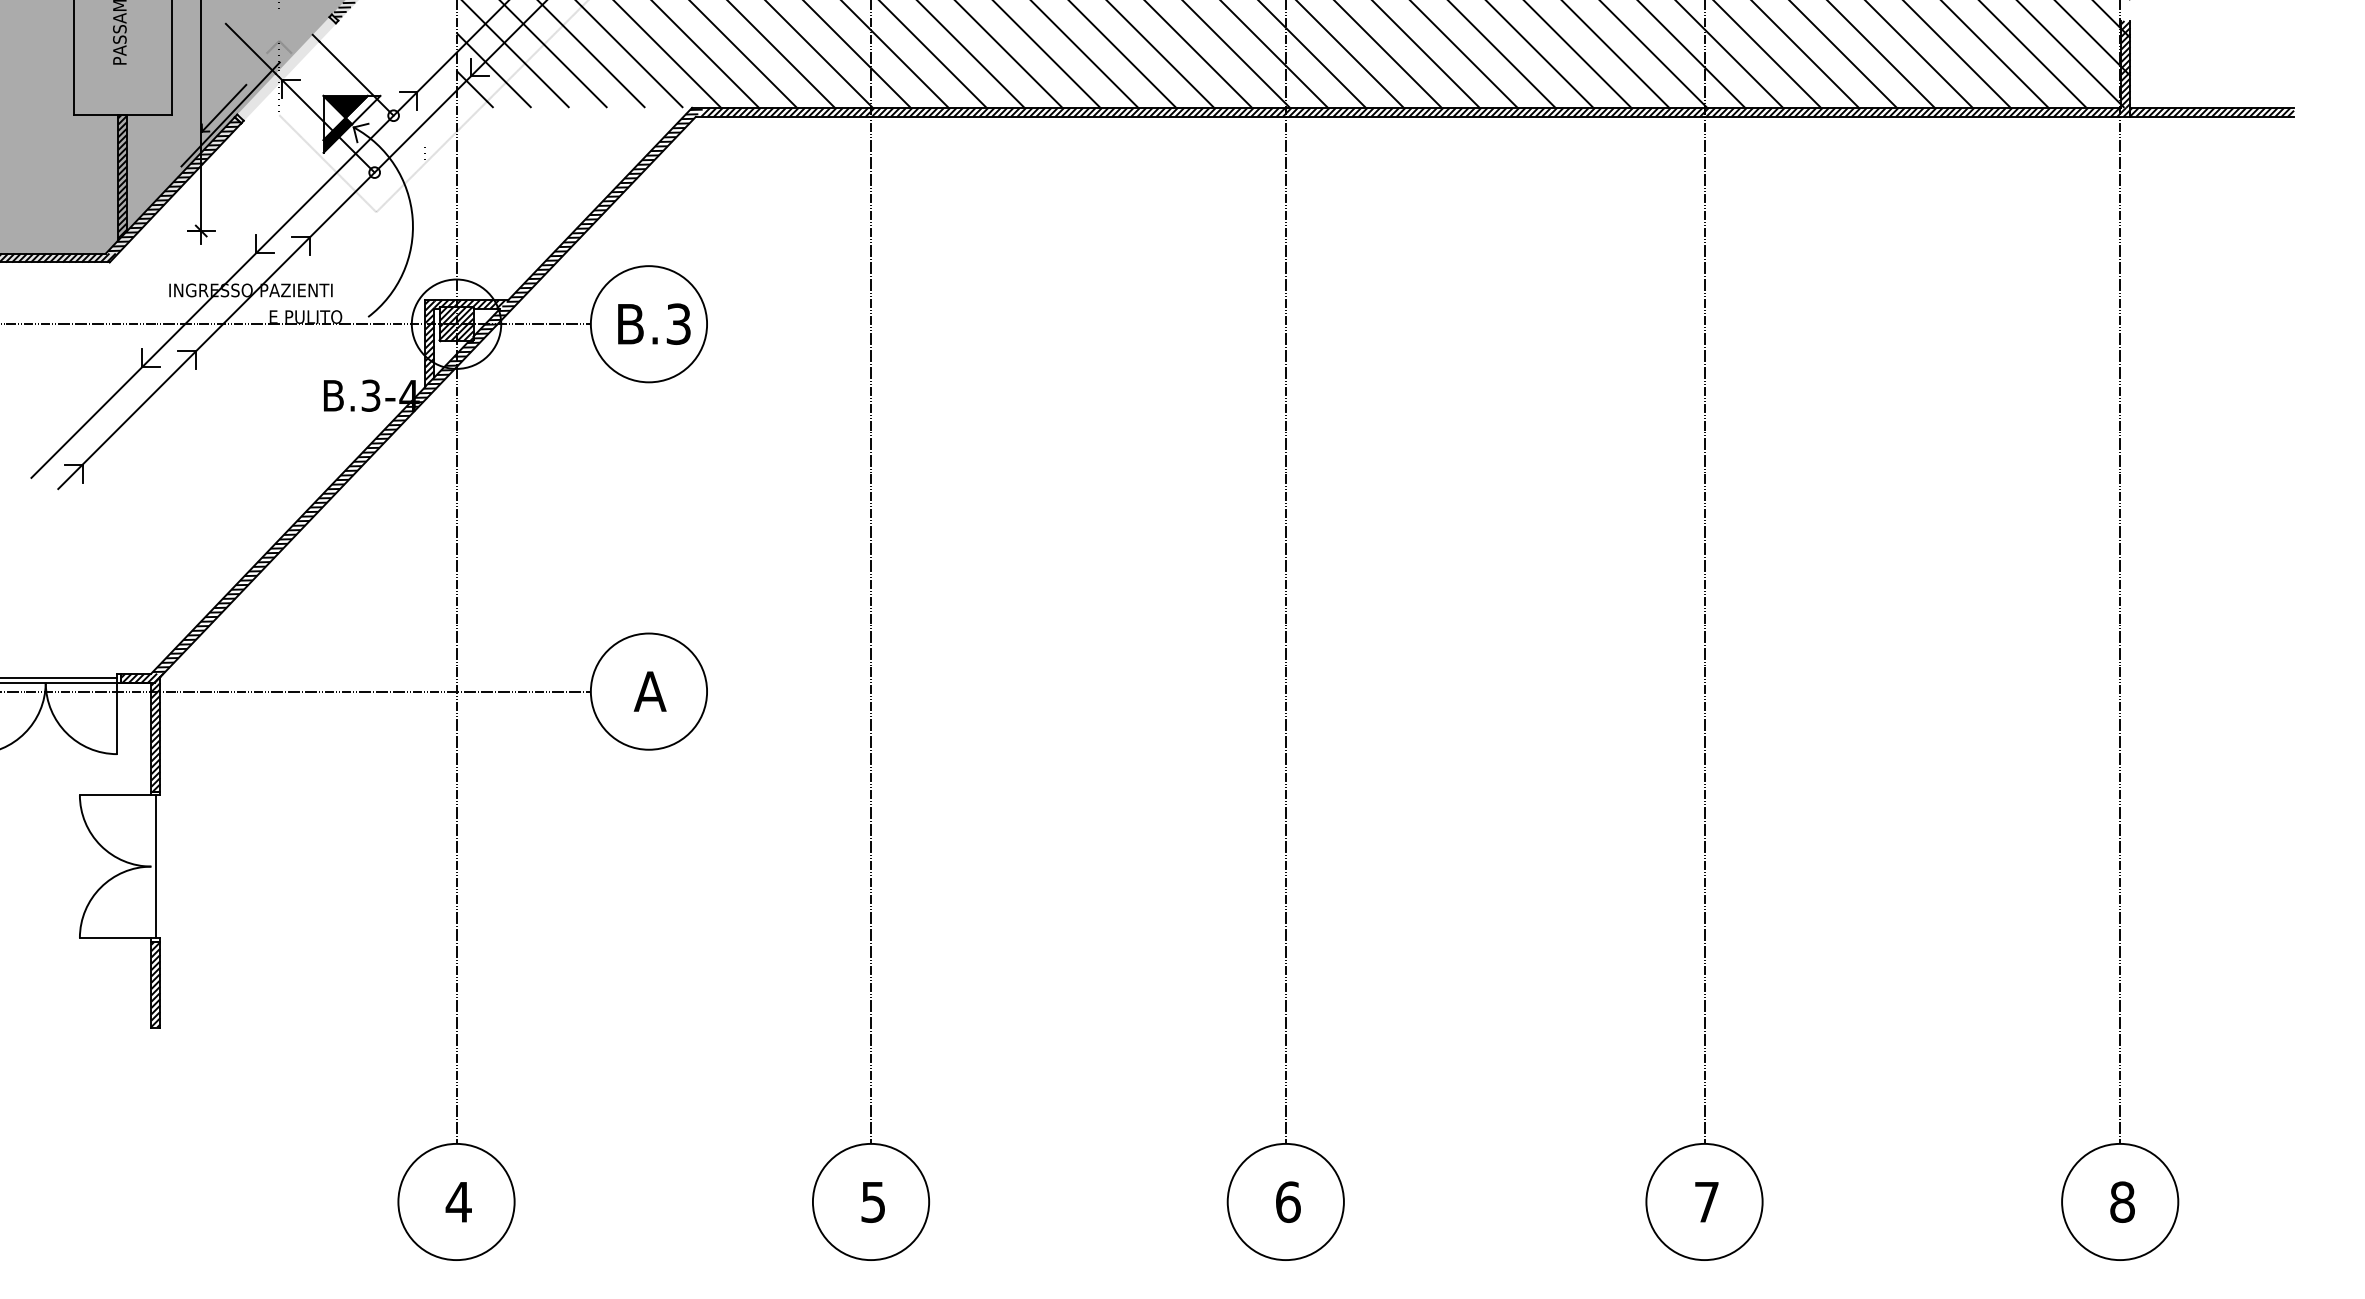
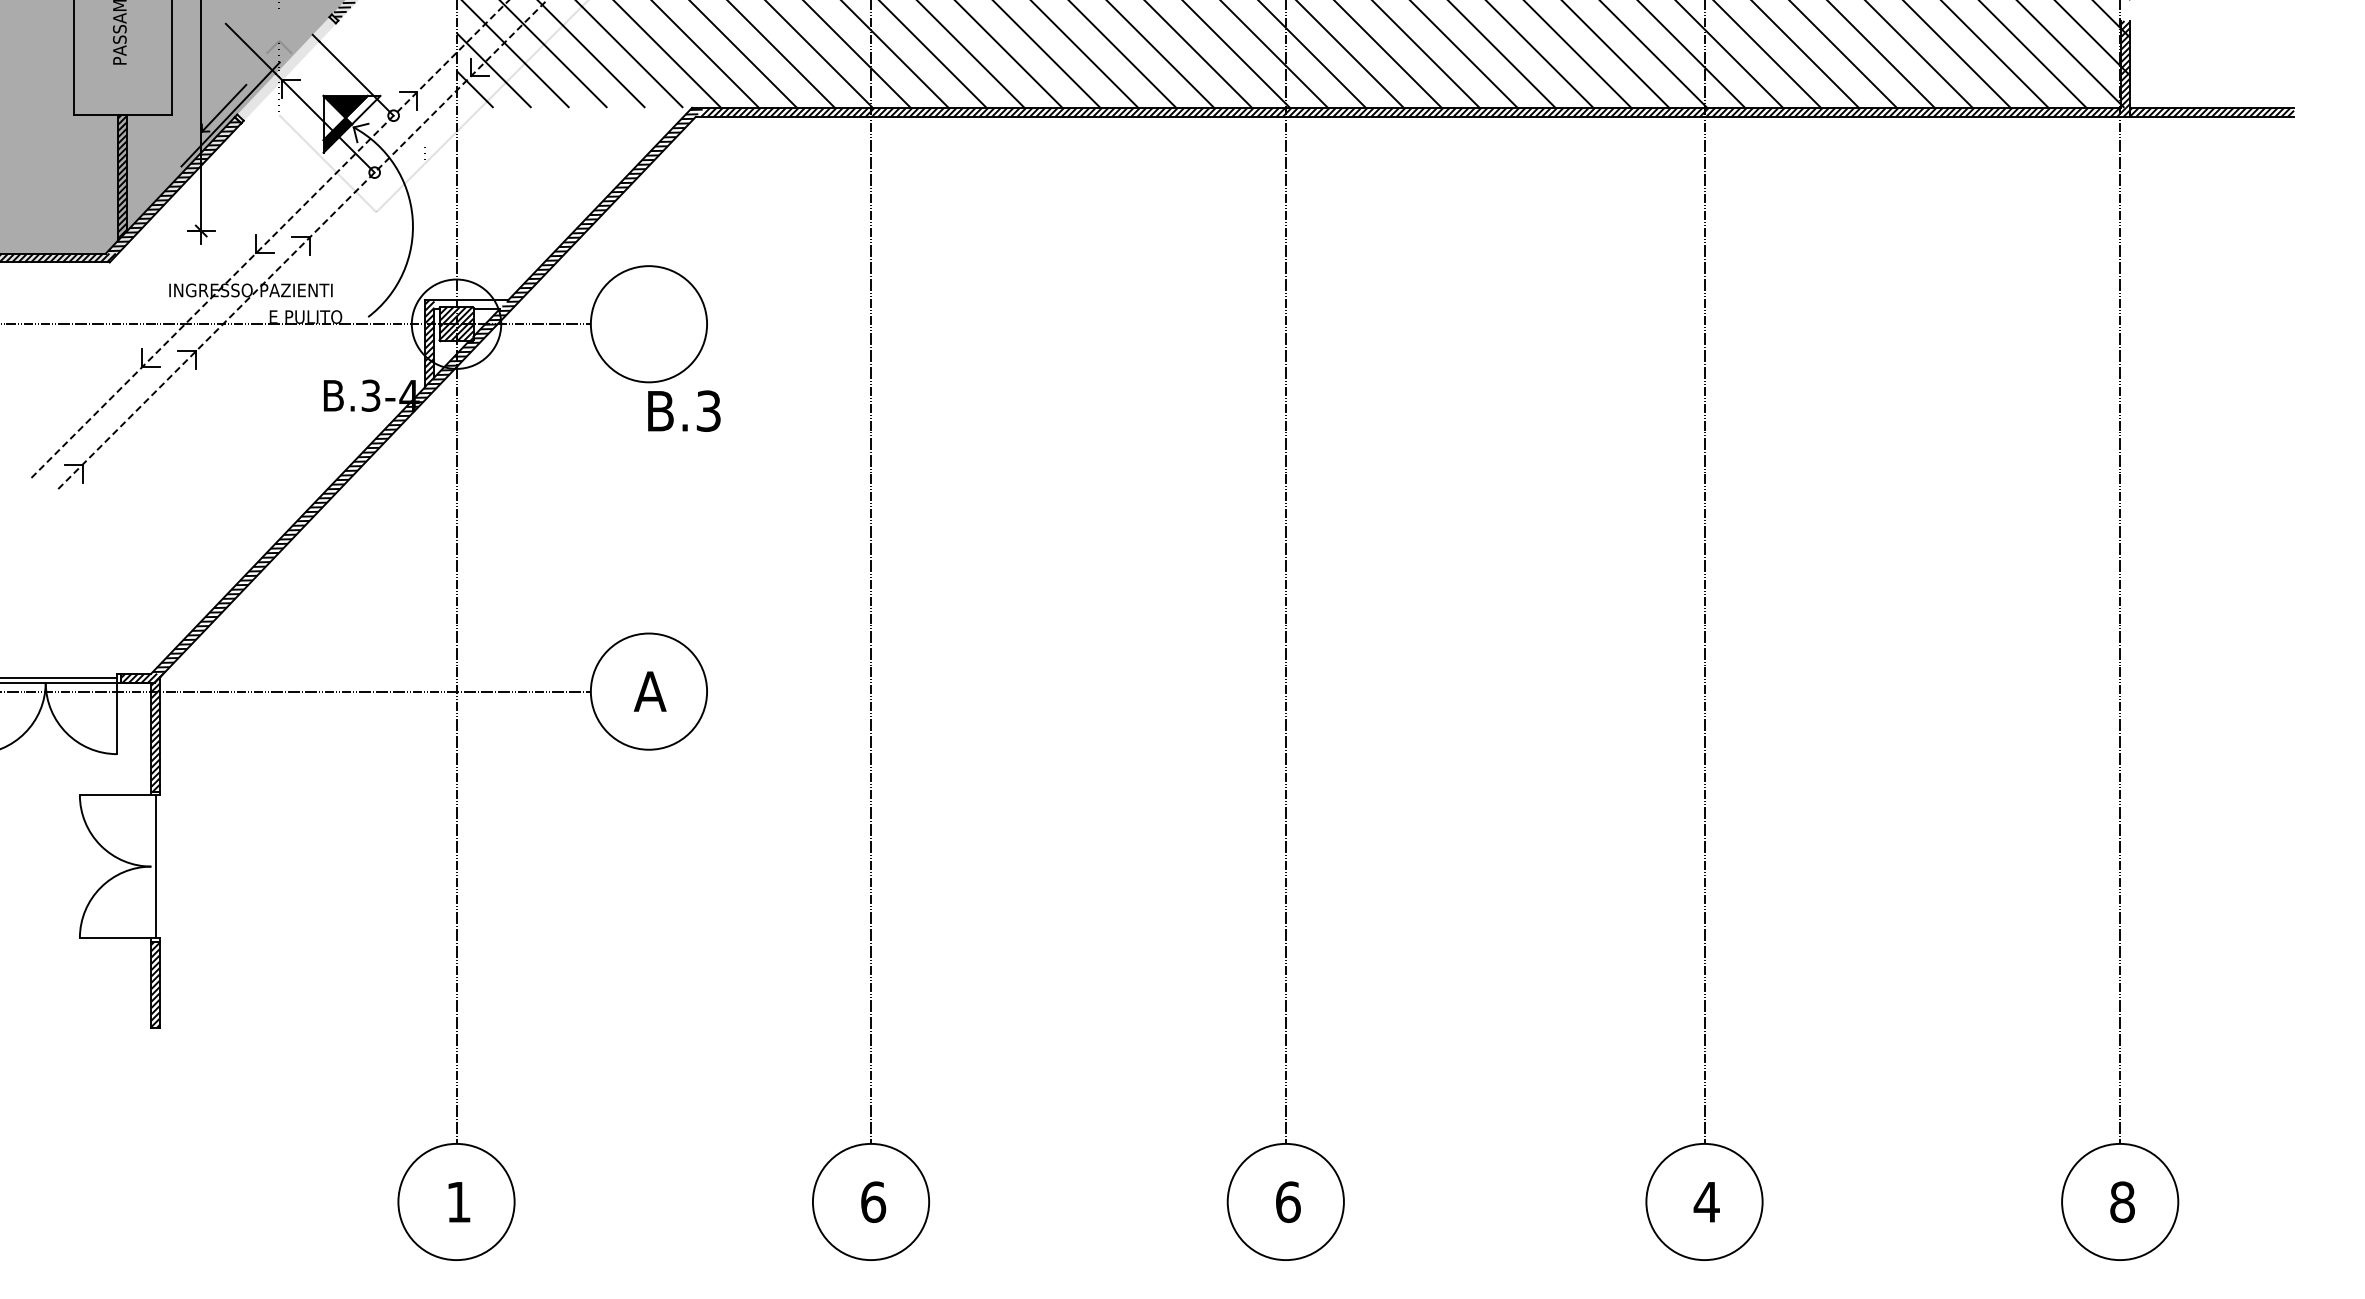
line at (270, 239): solid -> dashed
line at (302, 244): solid -> dashed
hatch at (469, 304): present -> none
text at (654, 323) position: (654, 323) -> (684, 410)
text at (458, 1202): 4 -> 1
text at (873, 1202): 5 -> 6
text at (1706, 1202): 7 -> 4
